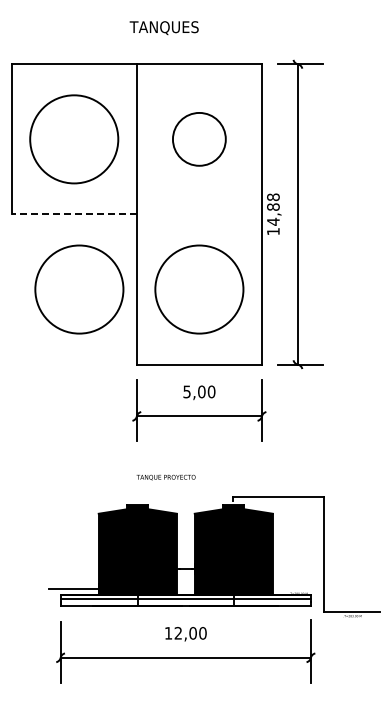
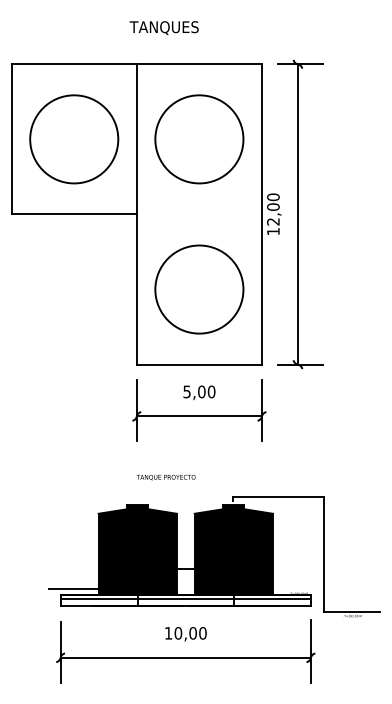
circle at (198, 138) diameter: 53 px -> 88 px
text at (273, 209): 14,88 -> 12,00
line at (74, 214): dashed -> solid
circle at (79, 289): present -> none
text at (178, 633): 12,00 -> 10,00
